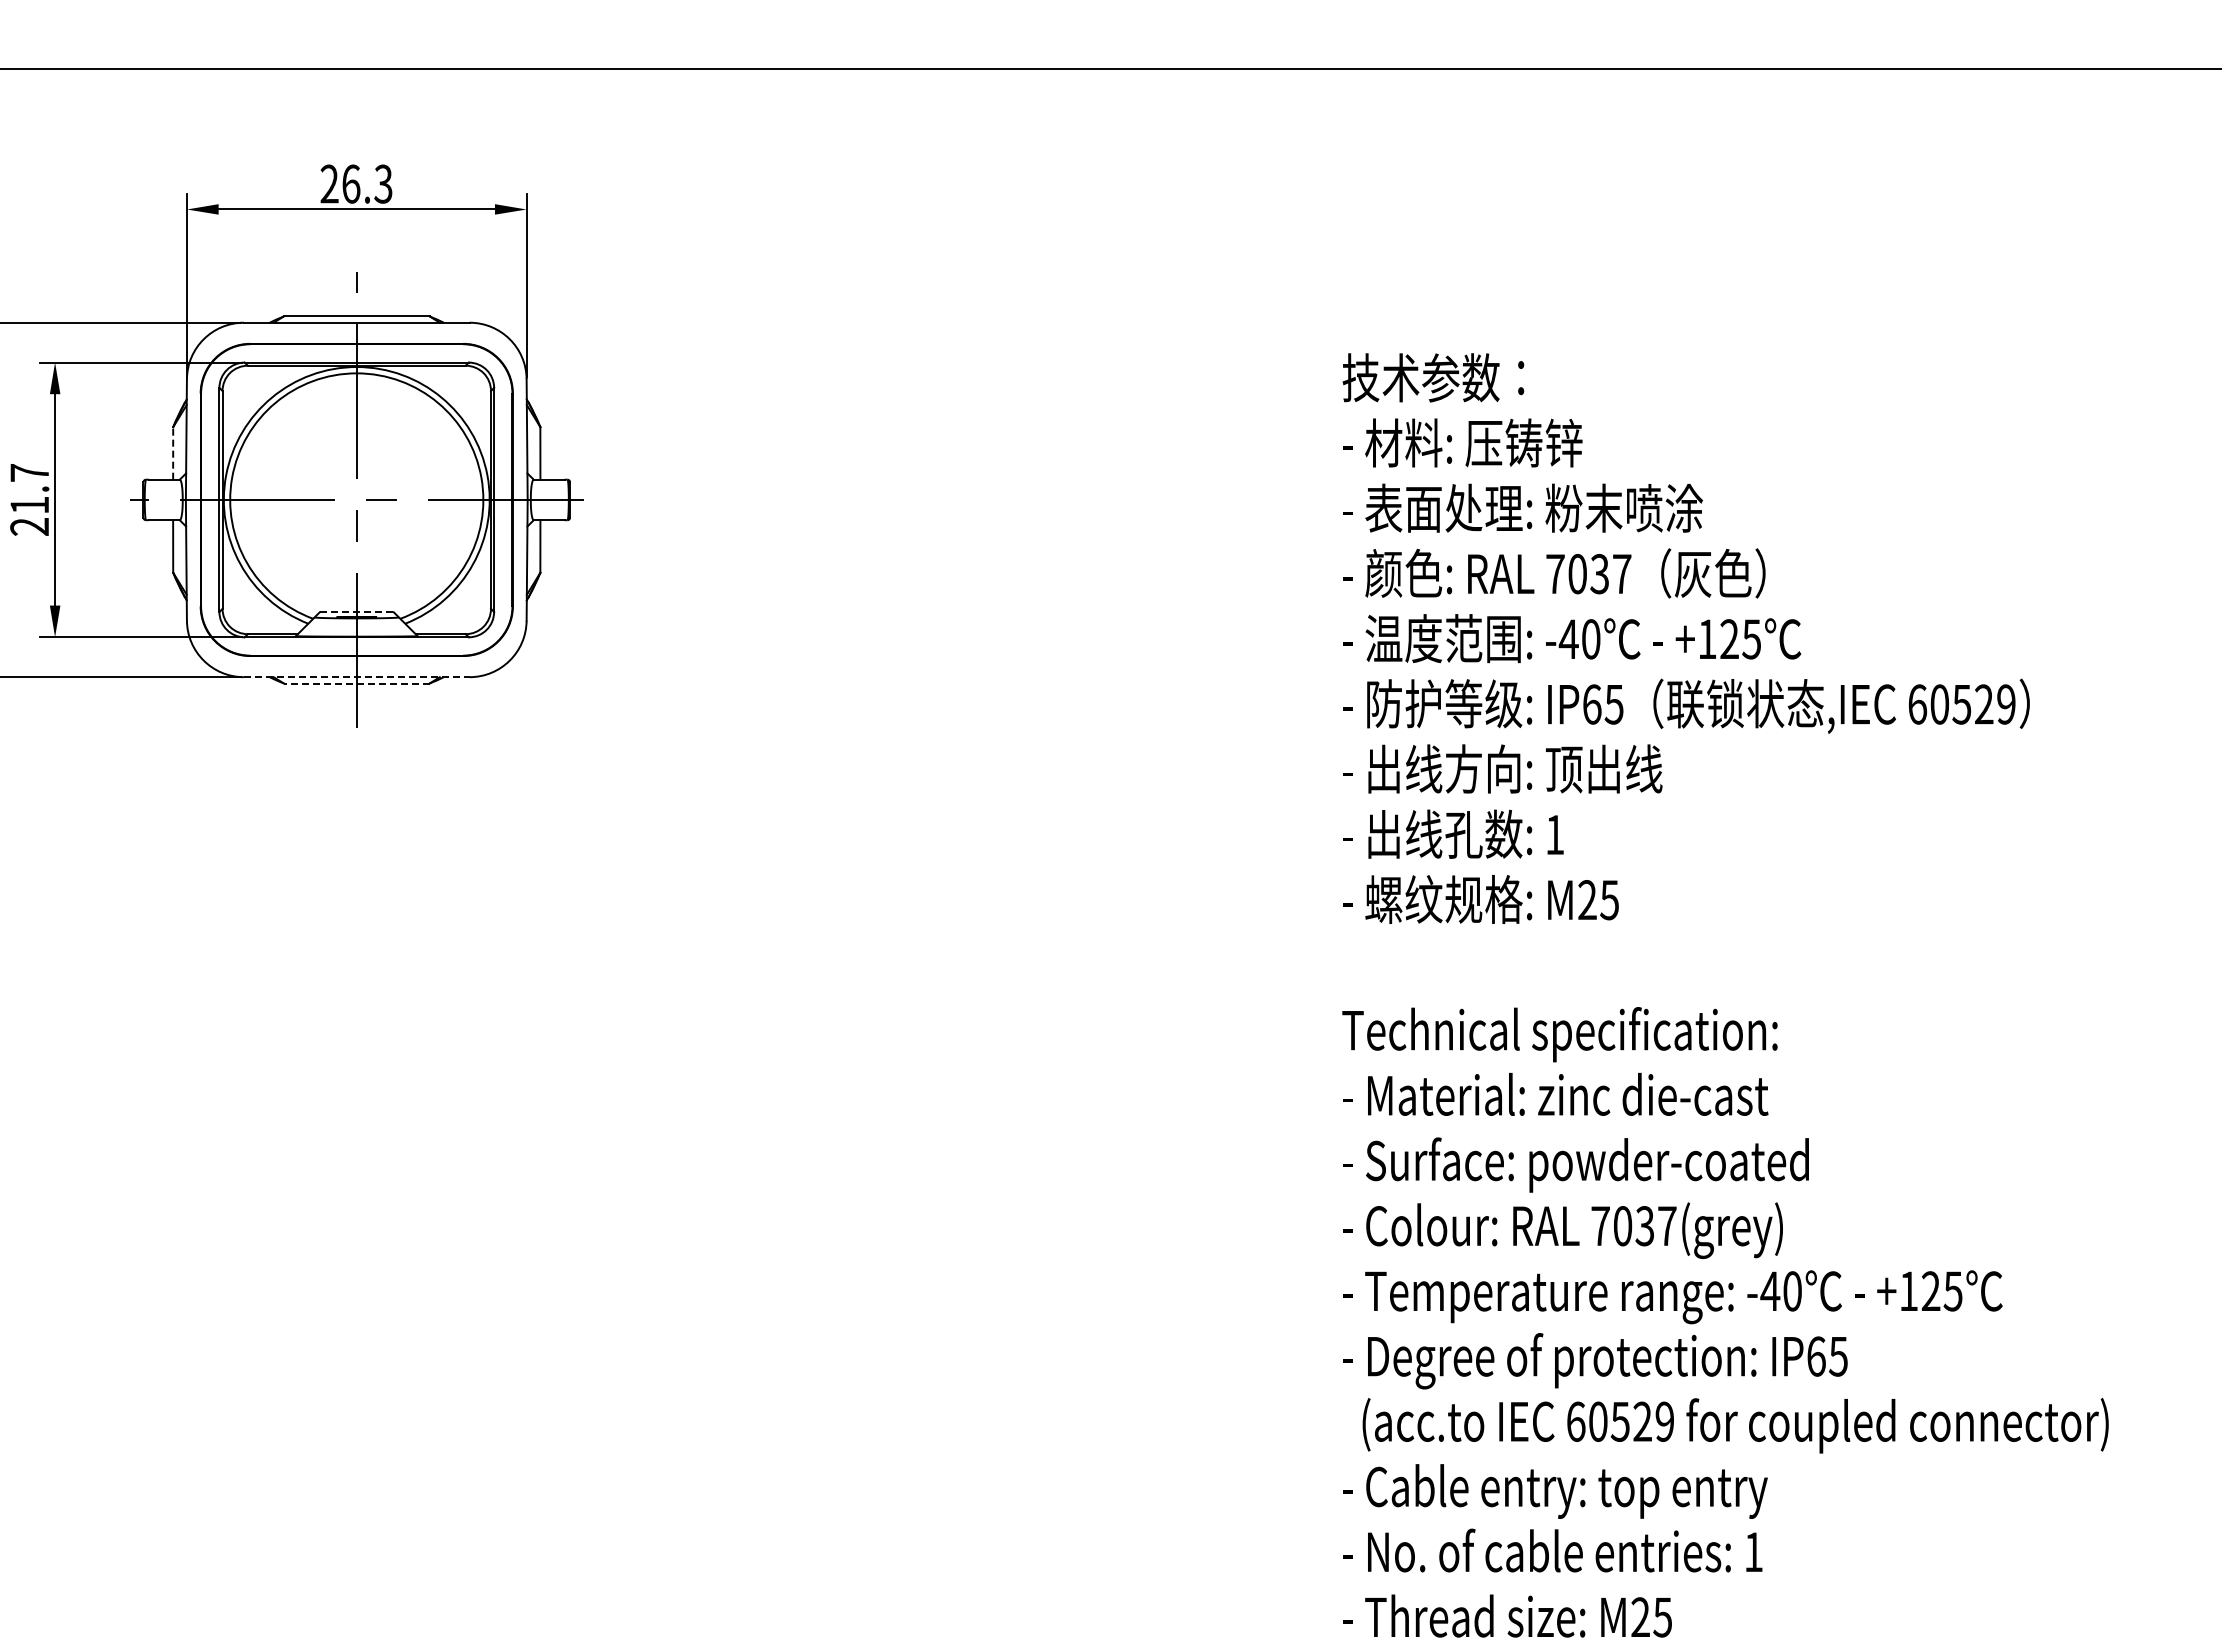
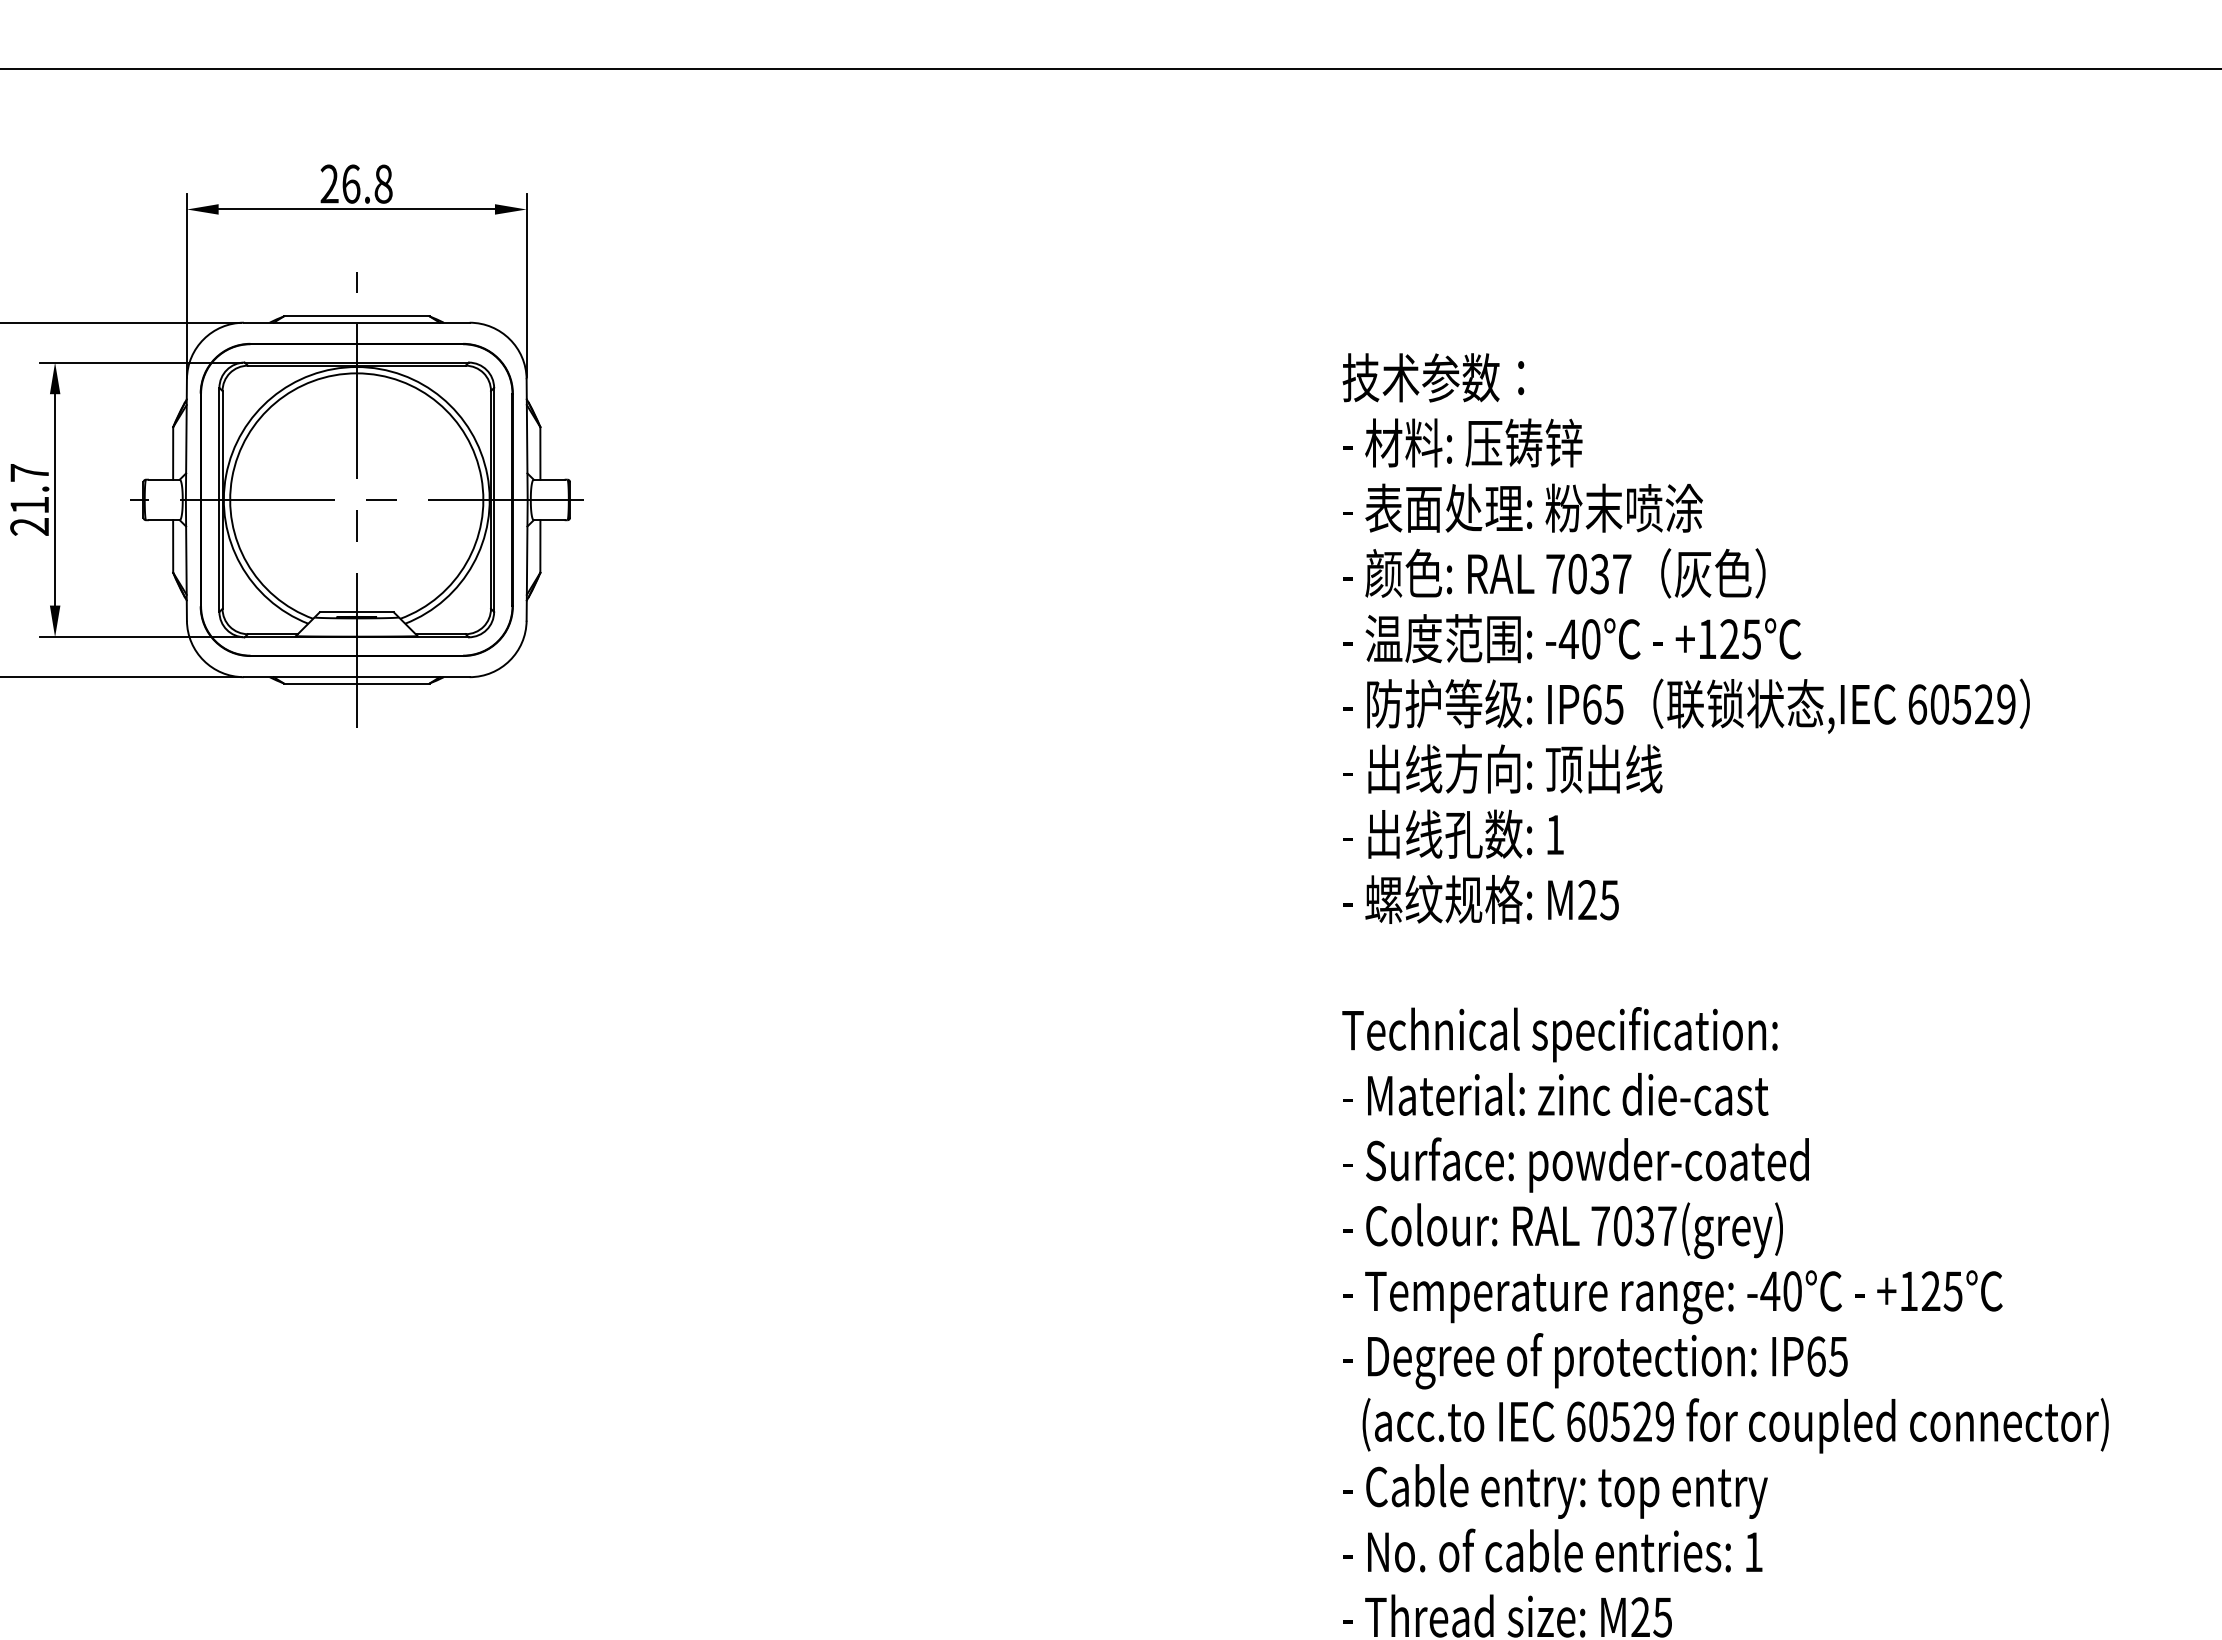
text at (383, 183): 26.3 -> 26.8
line at (173, 452): dashed -> solid
line at (357, 612): dashed -> solid
line at (356, 677): dashed -> solid
line at (356, 683): dashed -> solid
